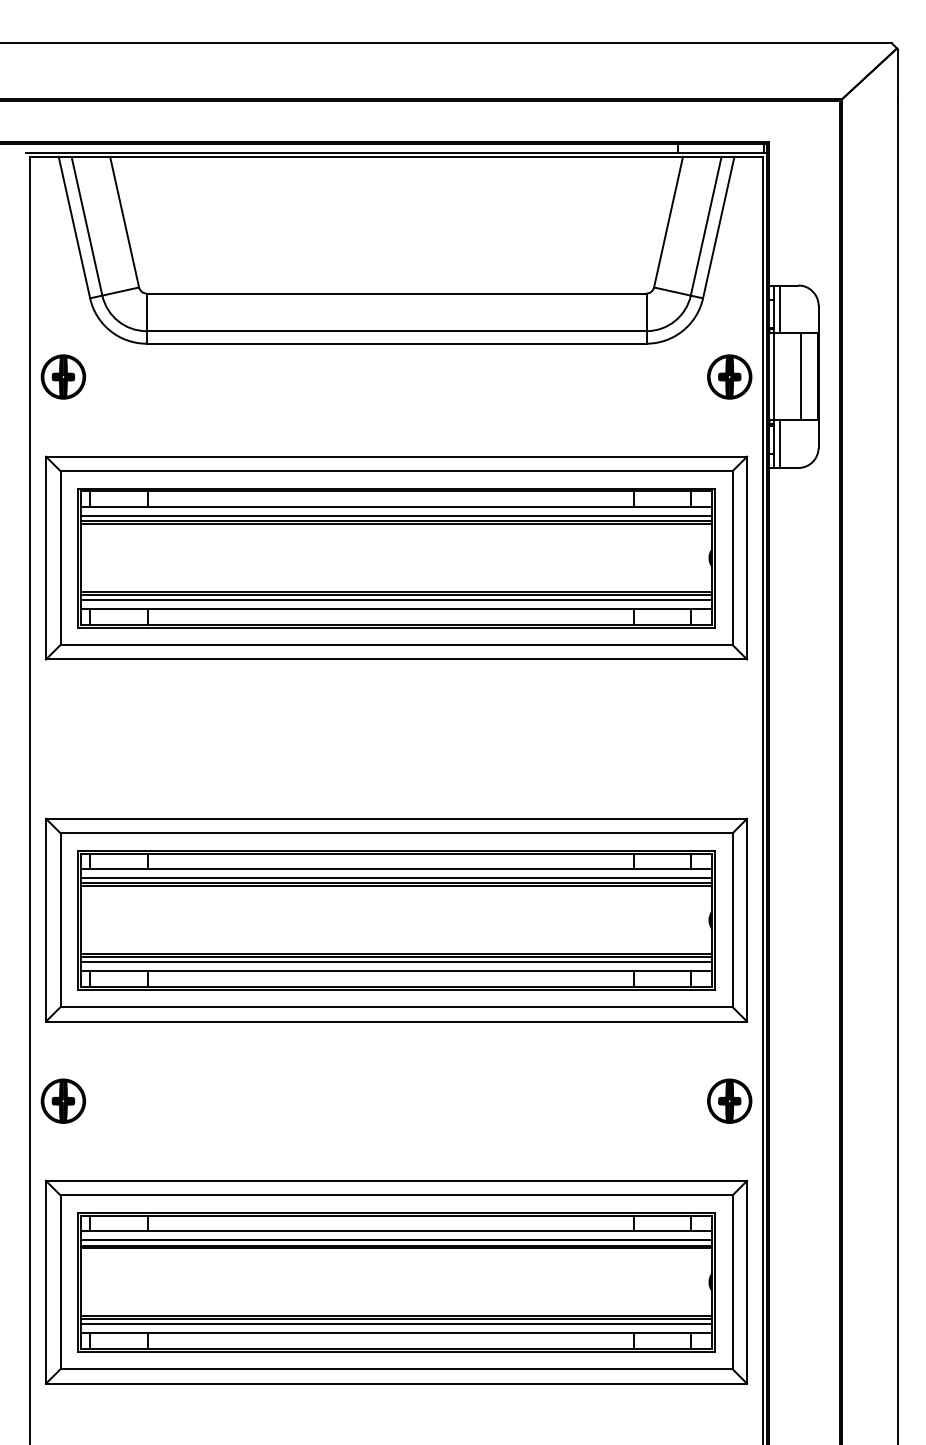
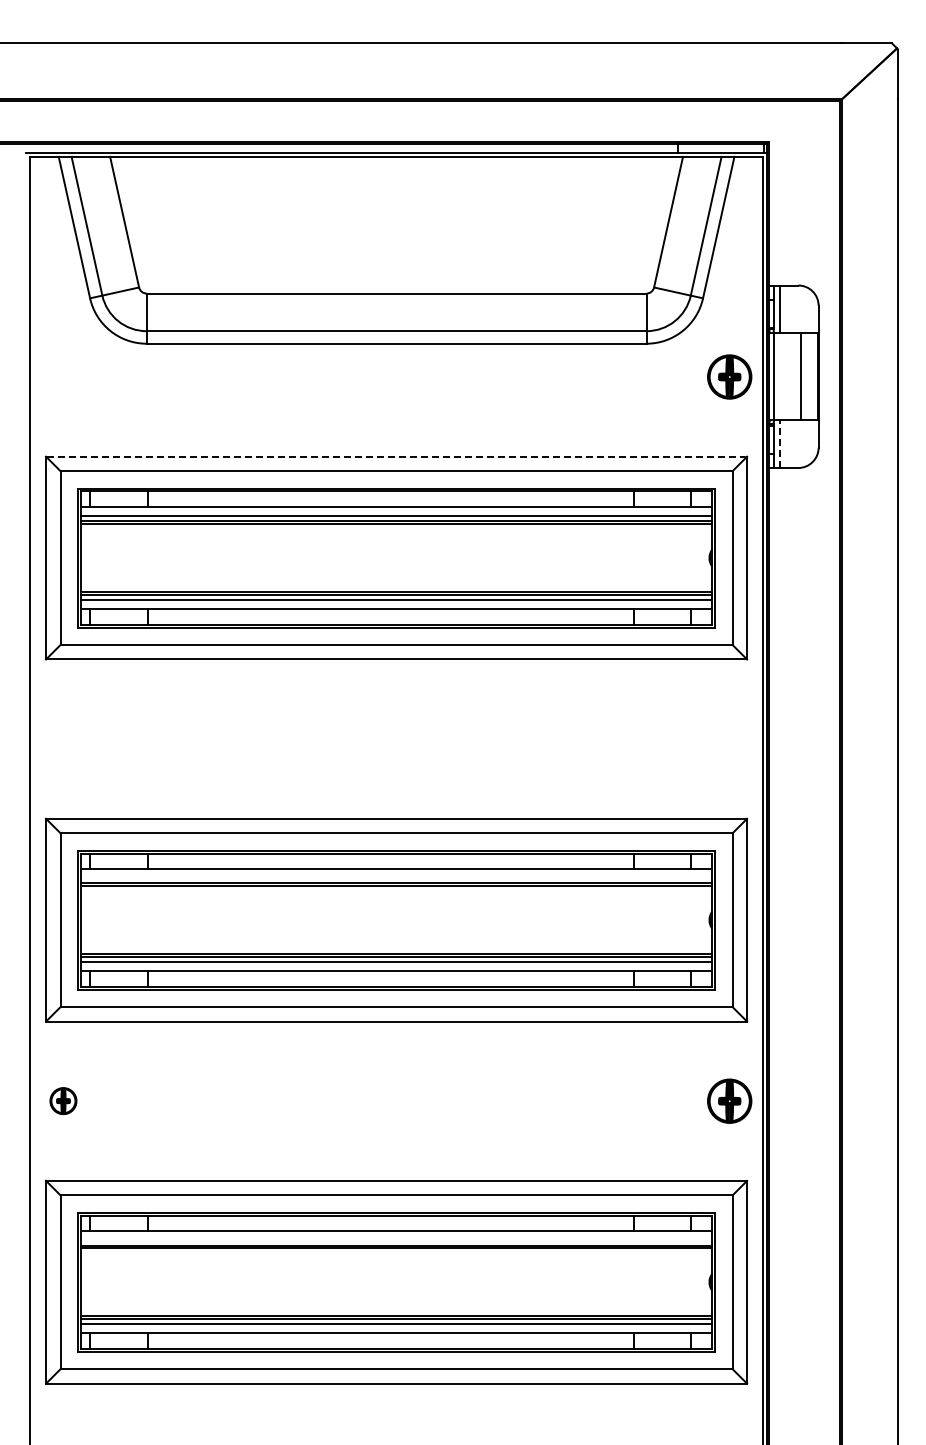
part at (63, 376): present -> none
line at (779, 444): solid -> dashed
line at (396, 456): solid -> dashed
line at (396, 878): present -> none
part at (63, 1100) size: 47x46 px -> 29x29 px
line at (396, 1240): present -> none
